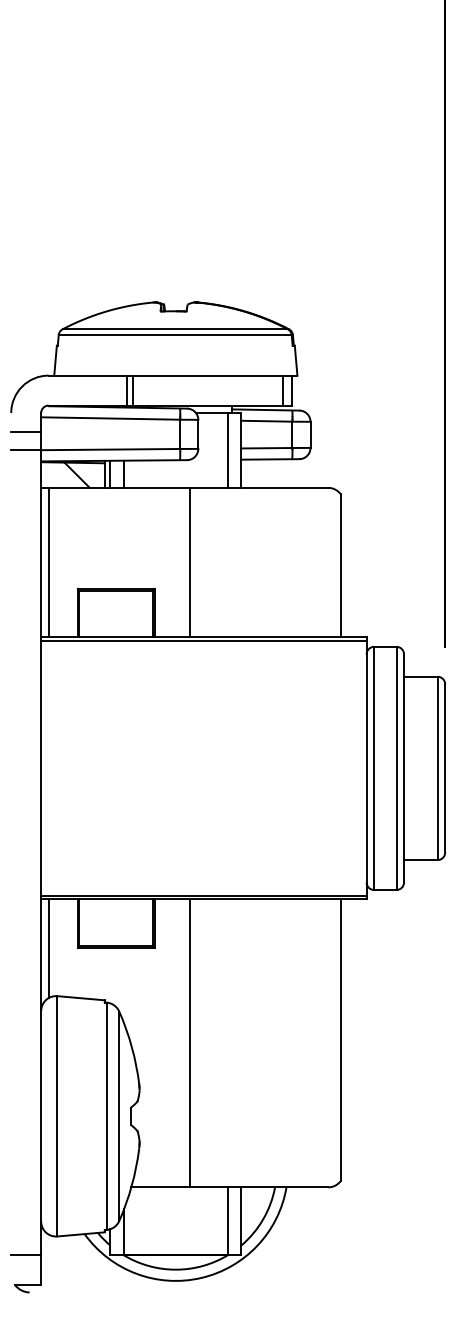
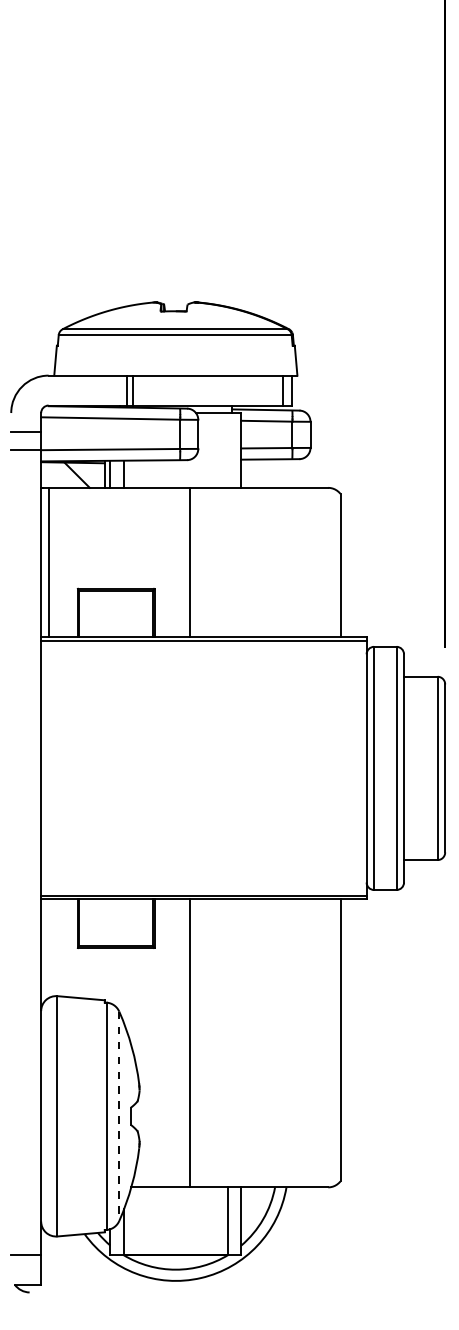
line at (227, 450): present -> none
line at (49, 948): present -> none
line at (119, 1116): solid -> dashed
